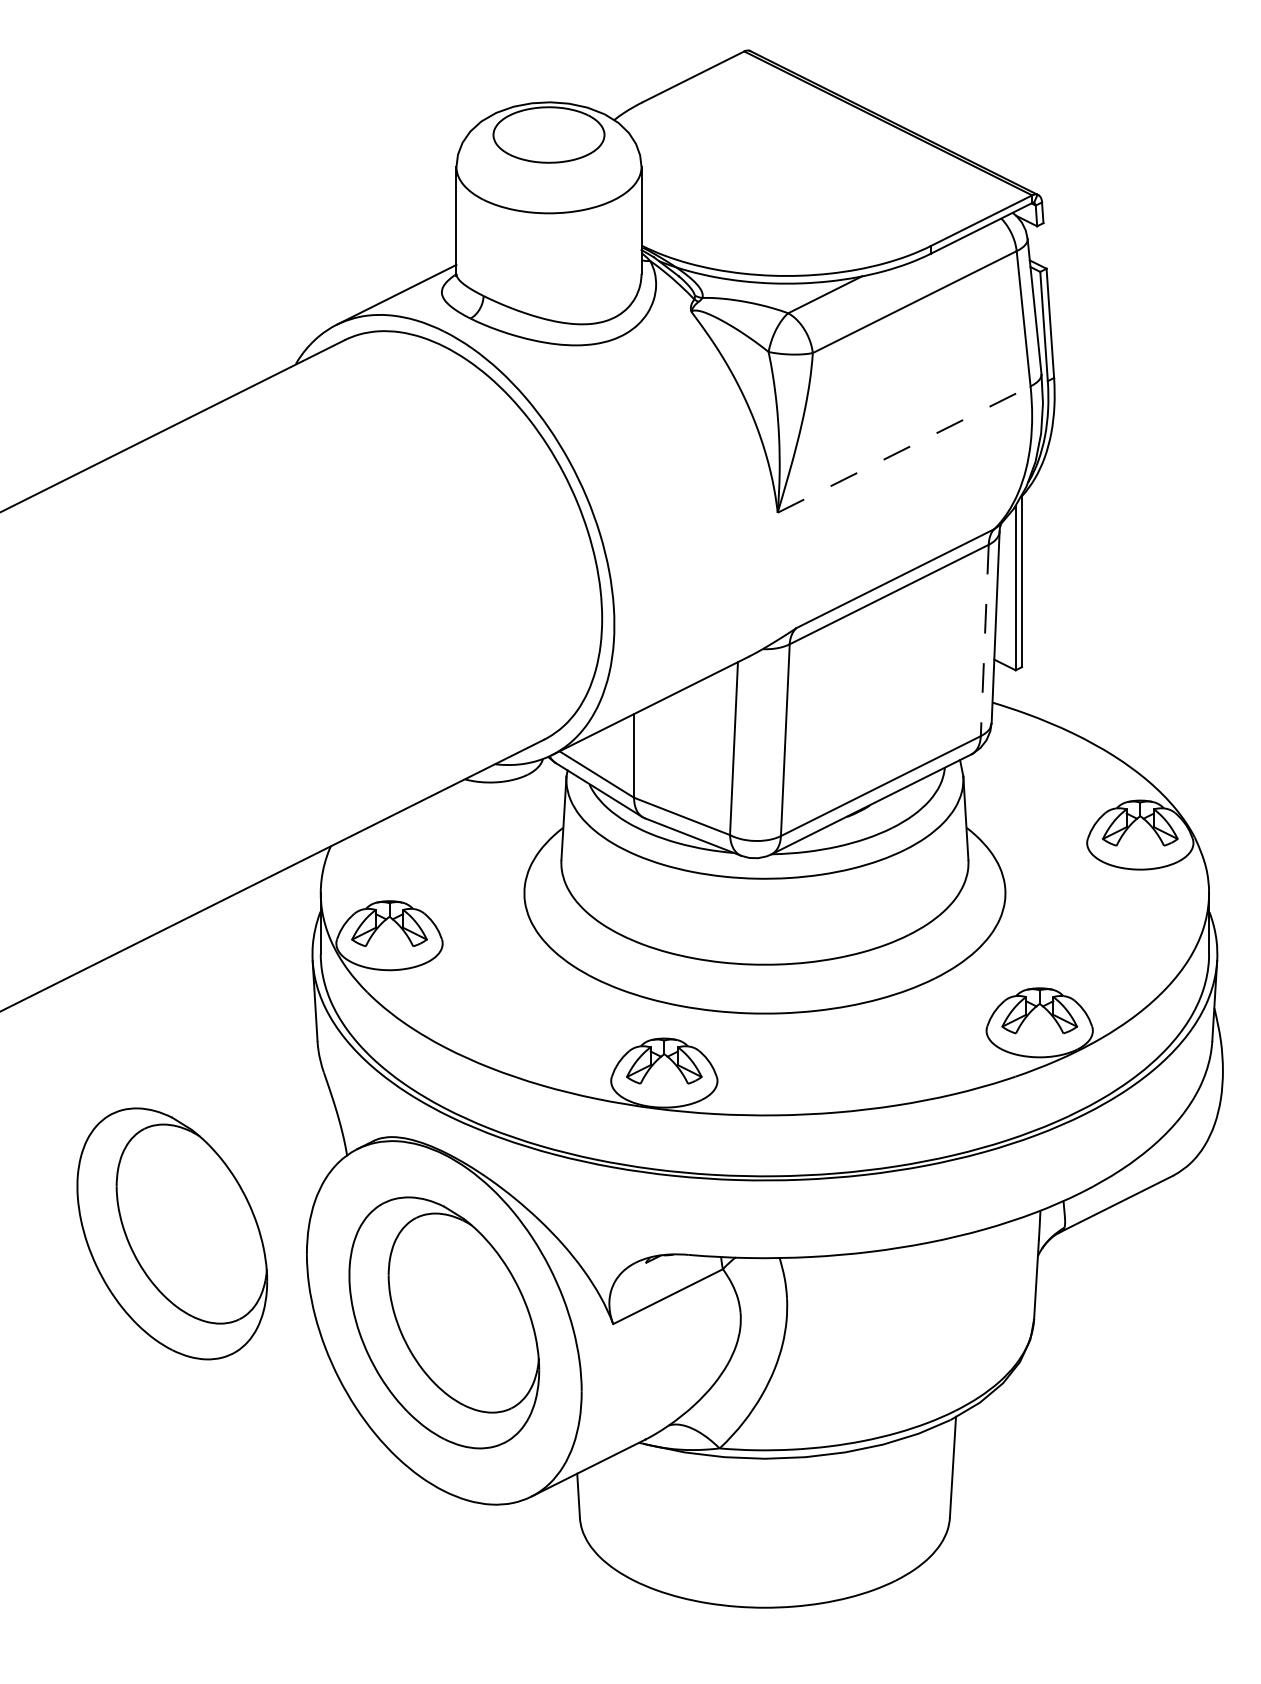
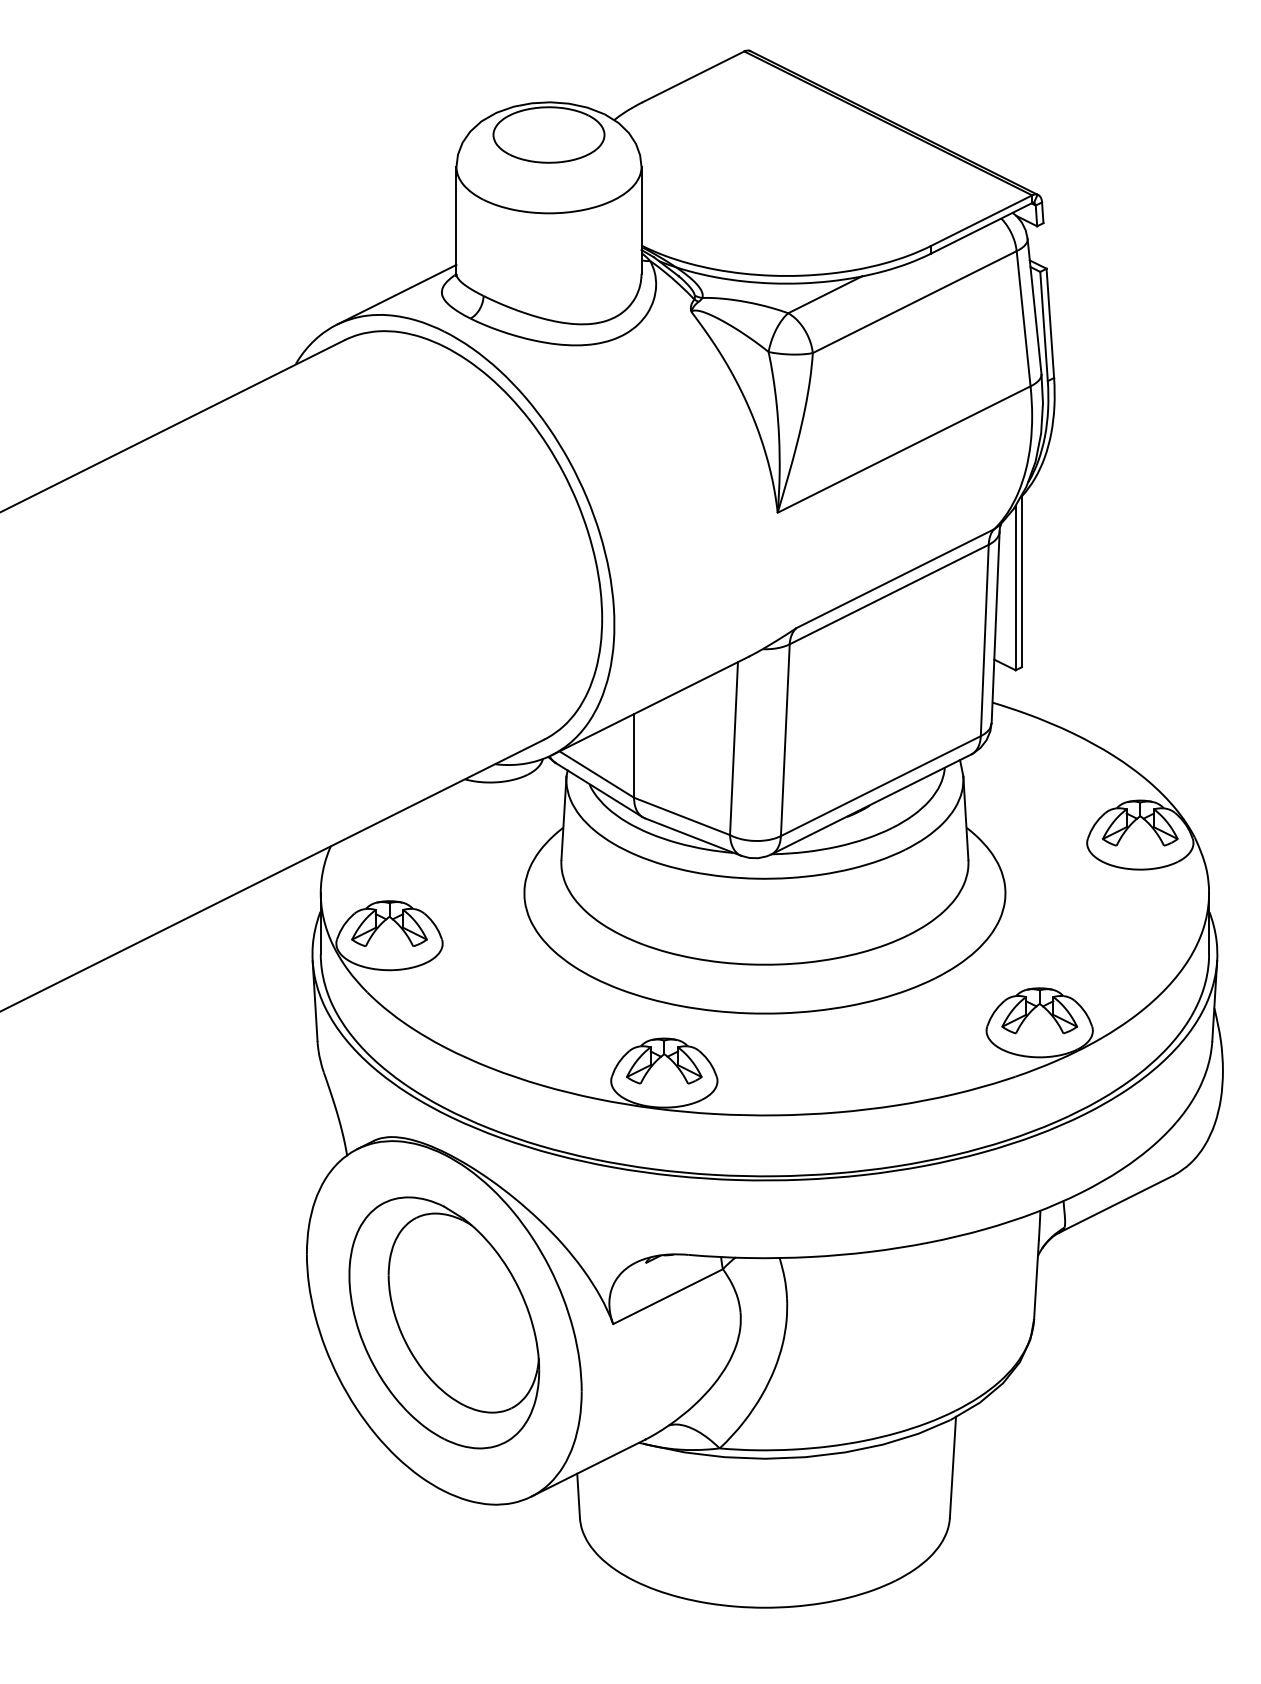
line at (904, 449): dashed -> solid
line at (984, 640): dashed -> solid
part at (172, 1233): present -> none
